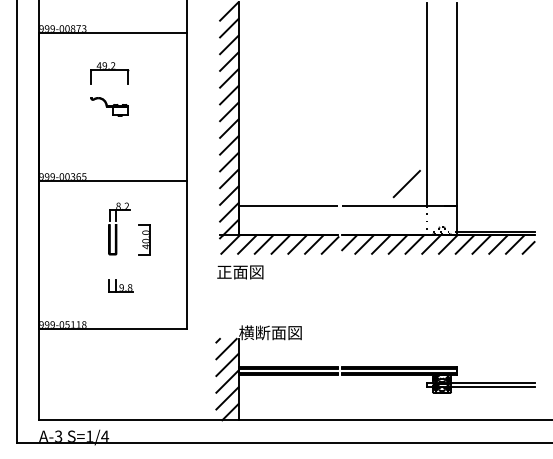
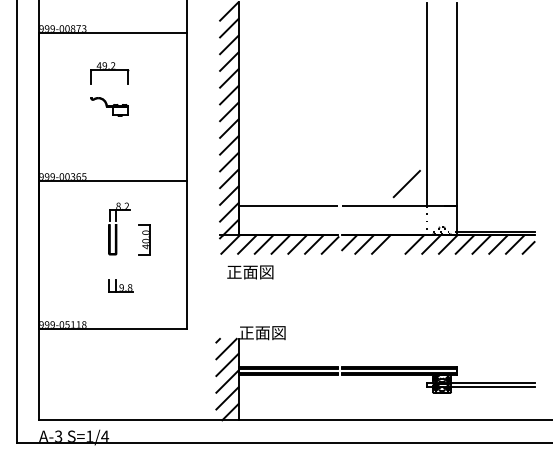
line at (397, 244): present -> none
text at (240, 272) position: (240, 272) -> (250, 272)
text at (270, 332): 横断面図 -> 正面図
